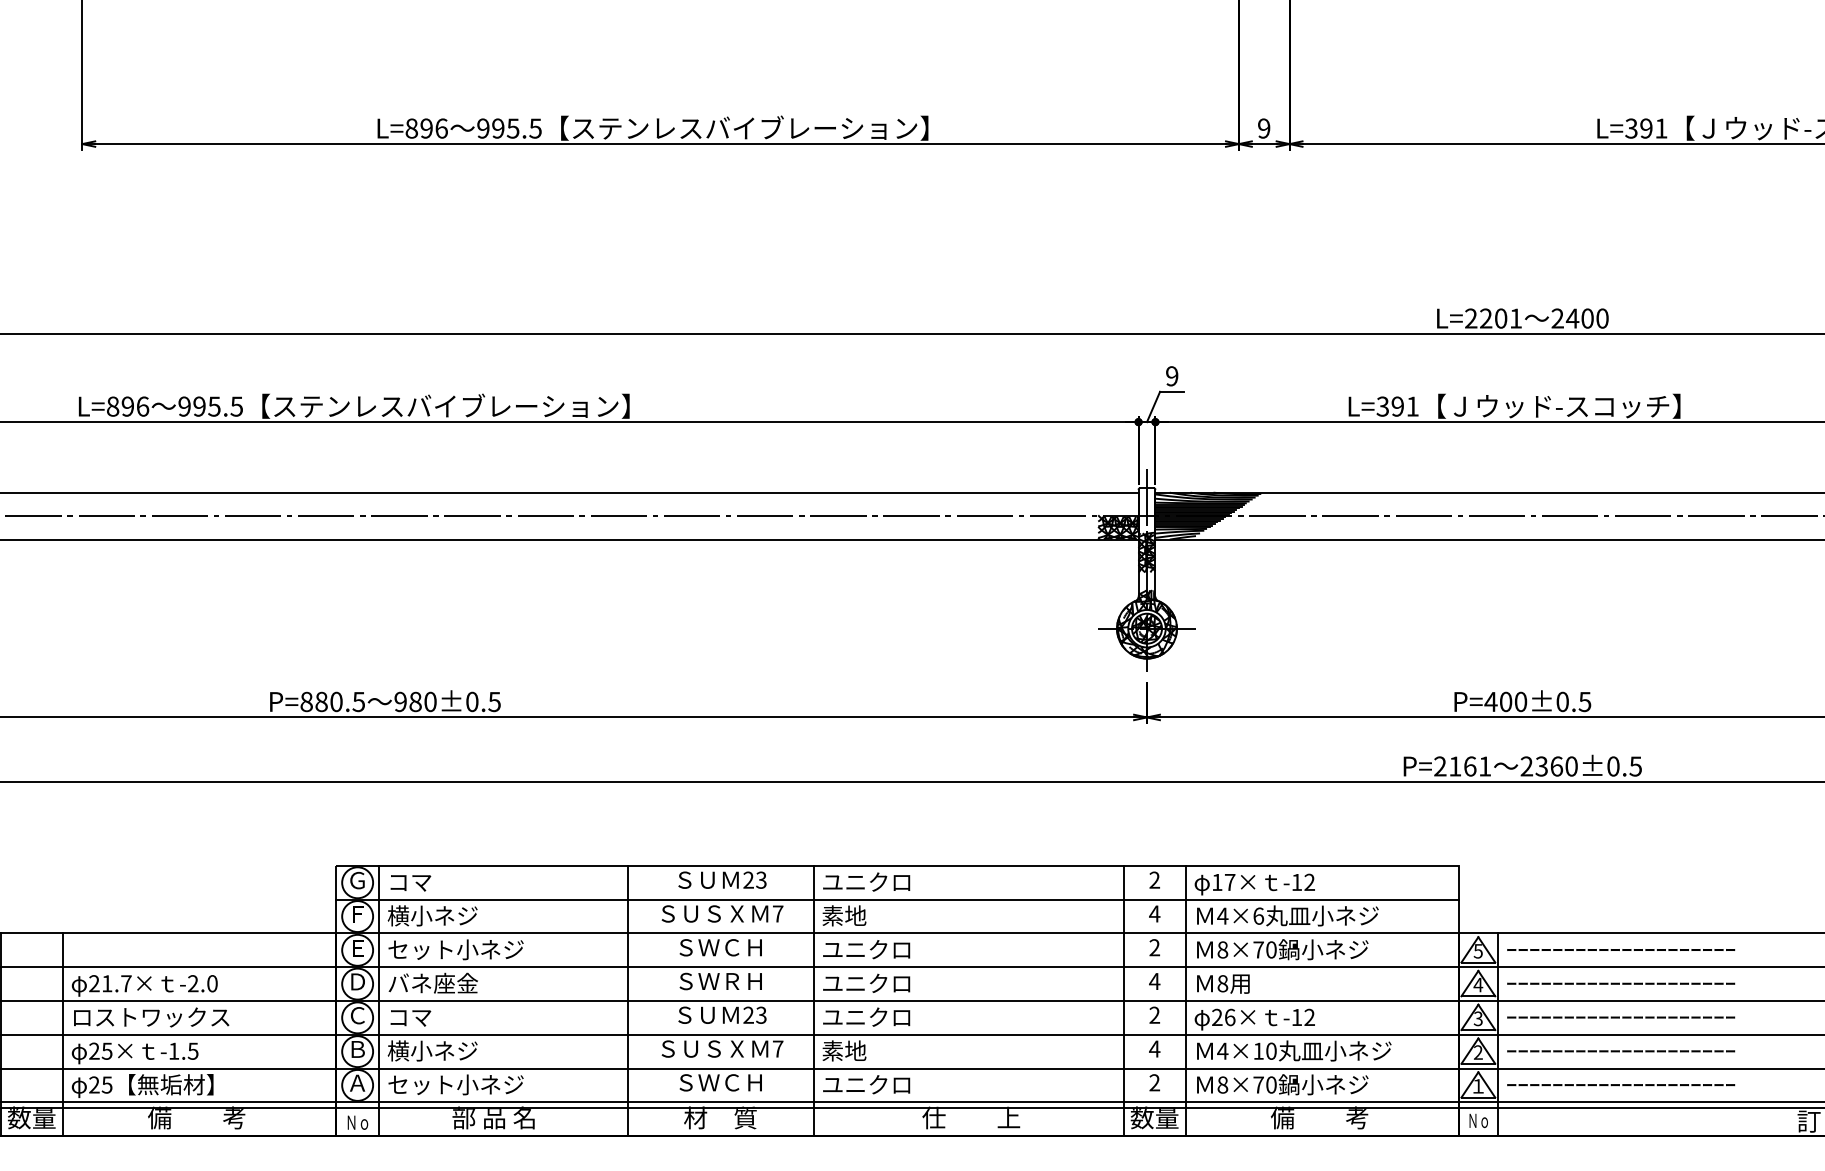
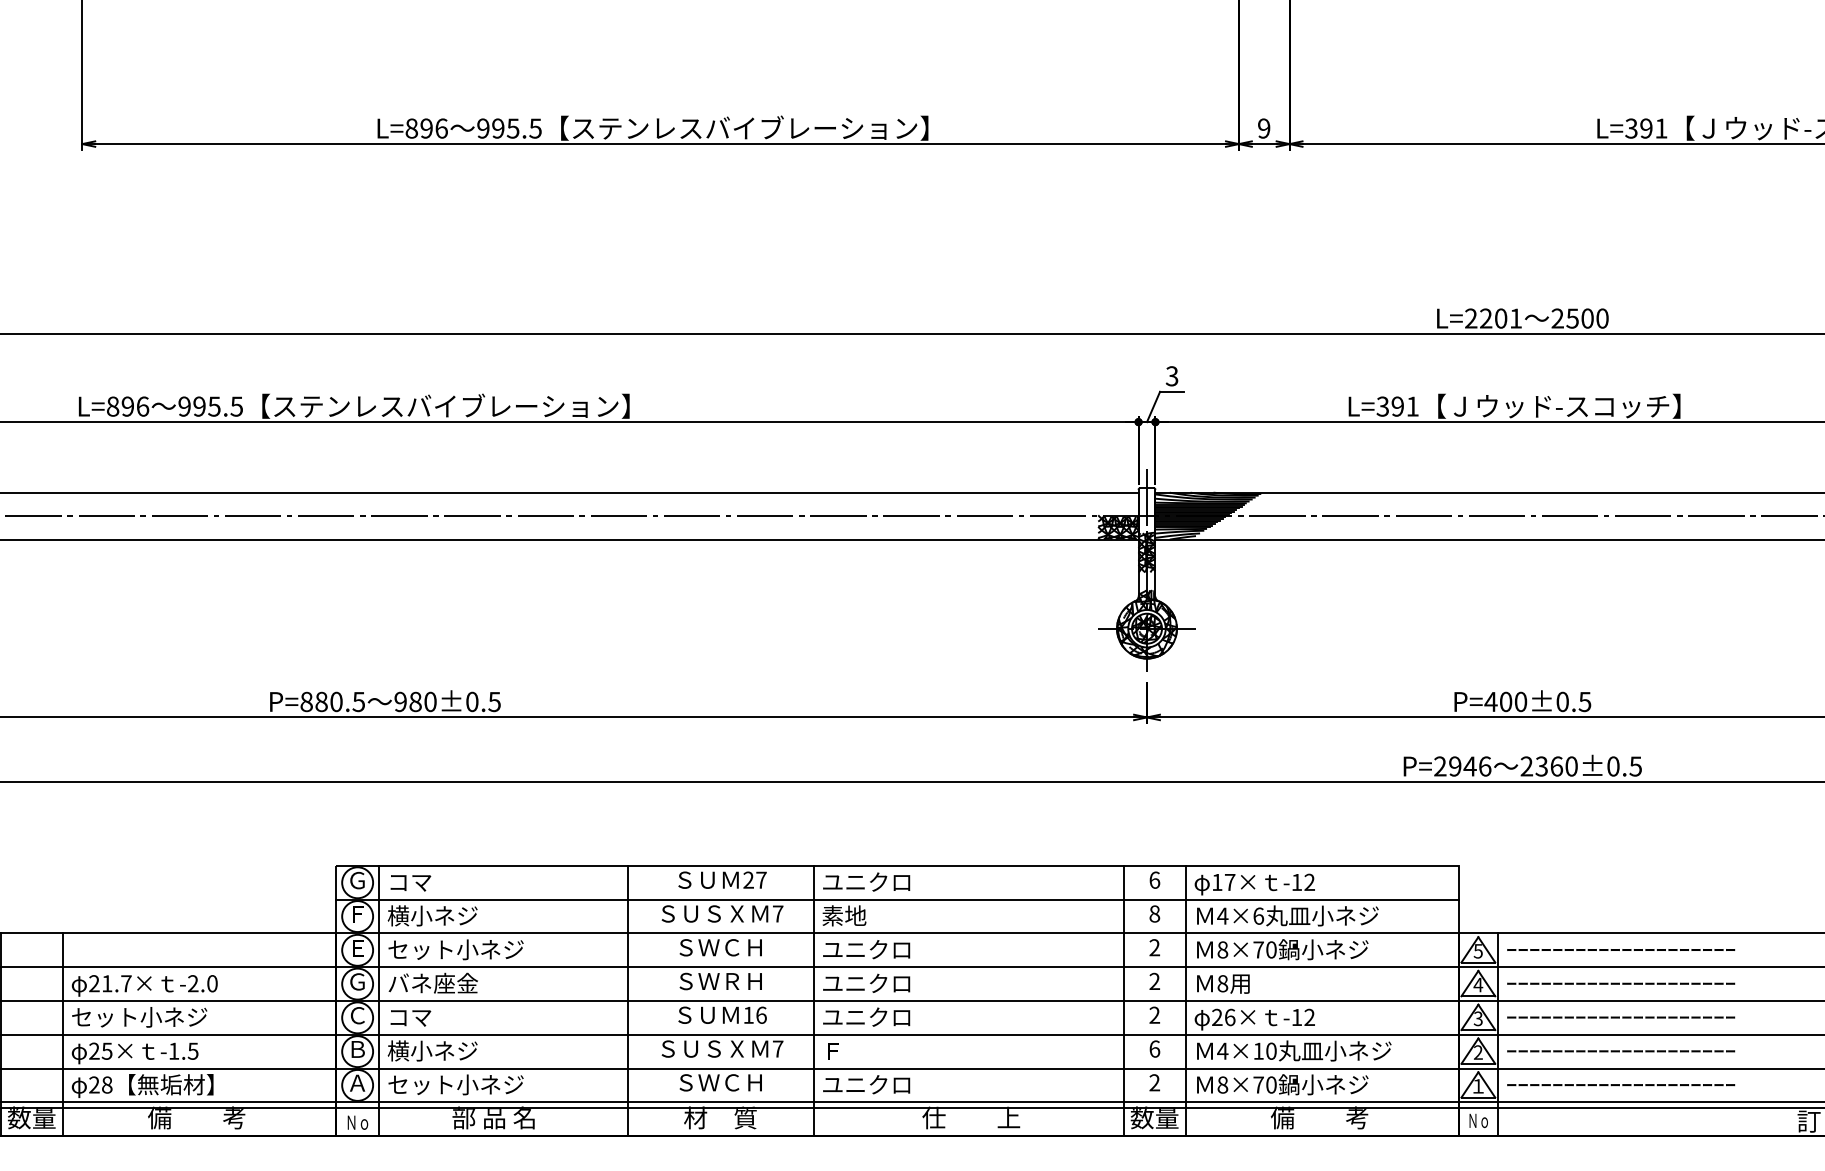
text at (1572, 318): 2400 -> 2500
text at (1171, 376): 9 -> 3
text at (1470, 766): P=2161 -> P=2946
text at (761, 879): 23 -> 27
text at (1154, 879): 2 -> 6
text at (1154, 913): 4 -> 8
text at (1154, 980): 4 -> 2
text at (357, 981): Ｄ -> Ｇ
text at (754, 1014): 23 -> 16
text at (150, 1017): ロストワックス -> セット小ネジ
text at (1154, 1048): 4 -> 6
text at (844, 1050): 素地 -> Ｆ
text at (106, 1084): 25 -> 28
